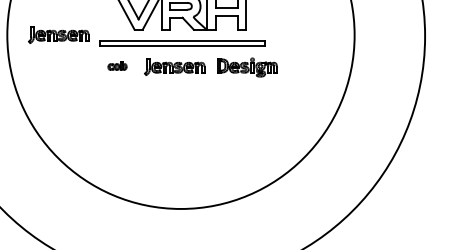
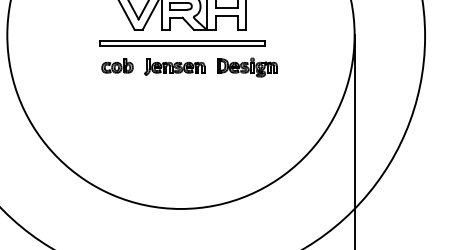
part at (58, 34): present -> none
part at (117, 65) size: 21x10 px -> 33x16 px
line at (354, 140): none -> present
